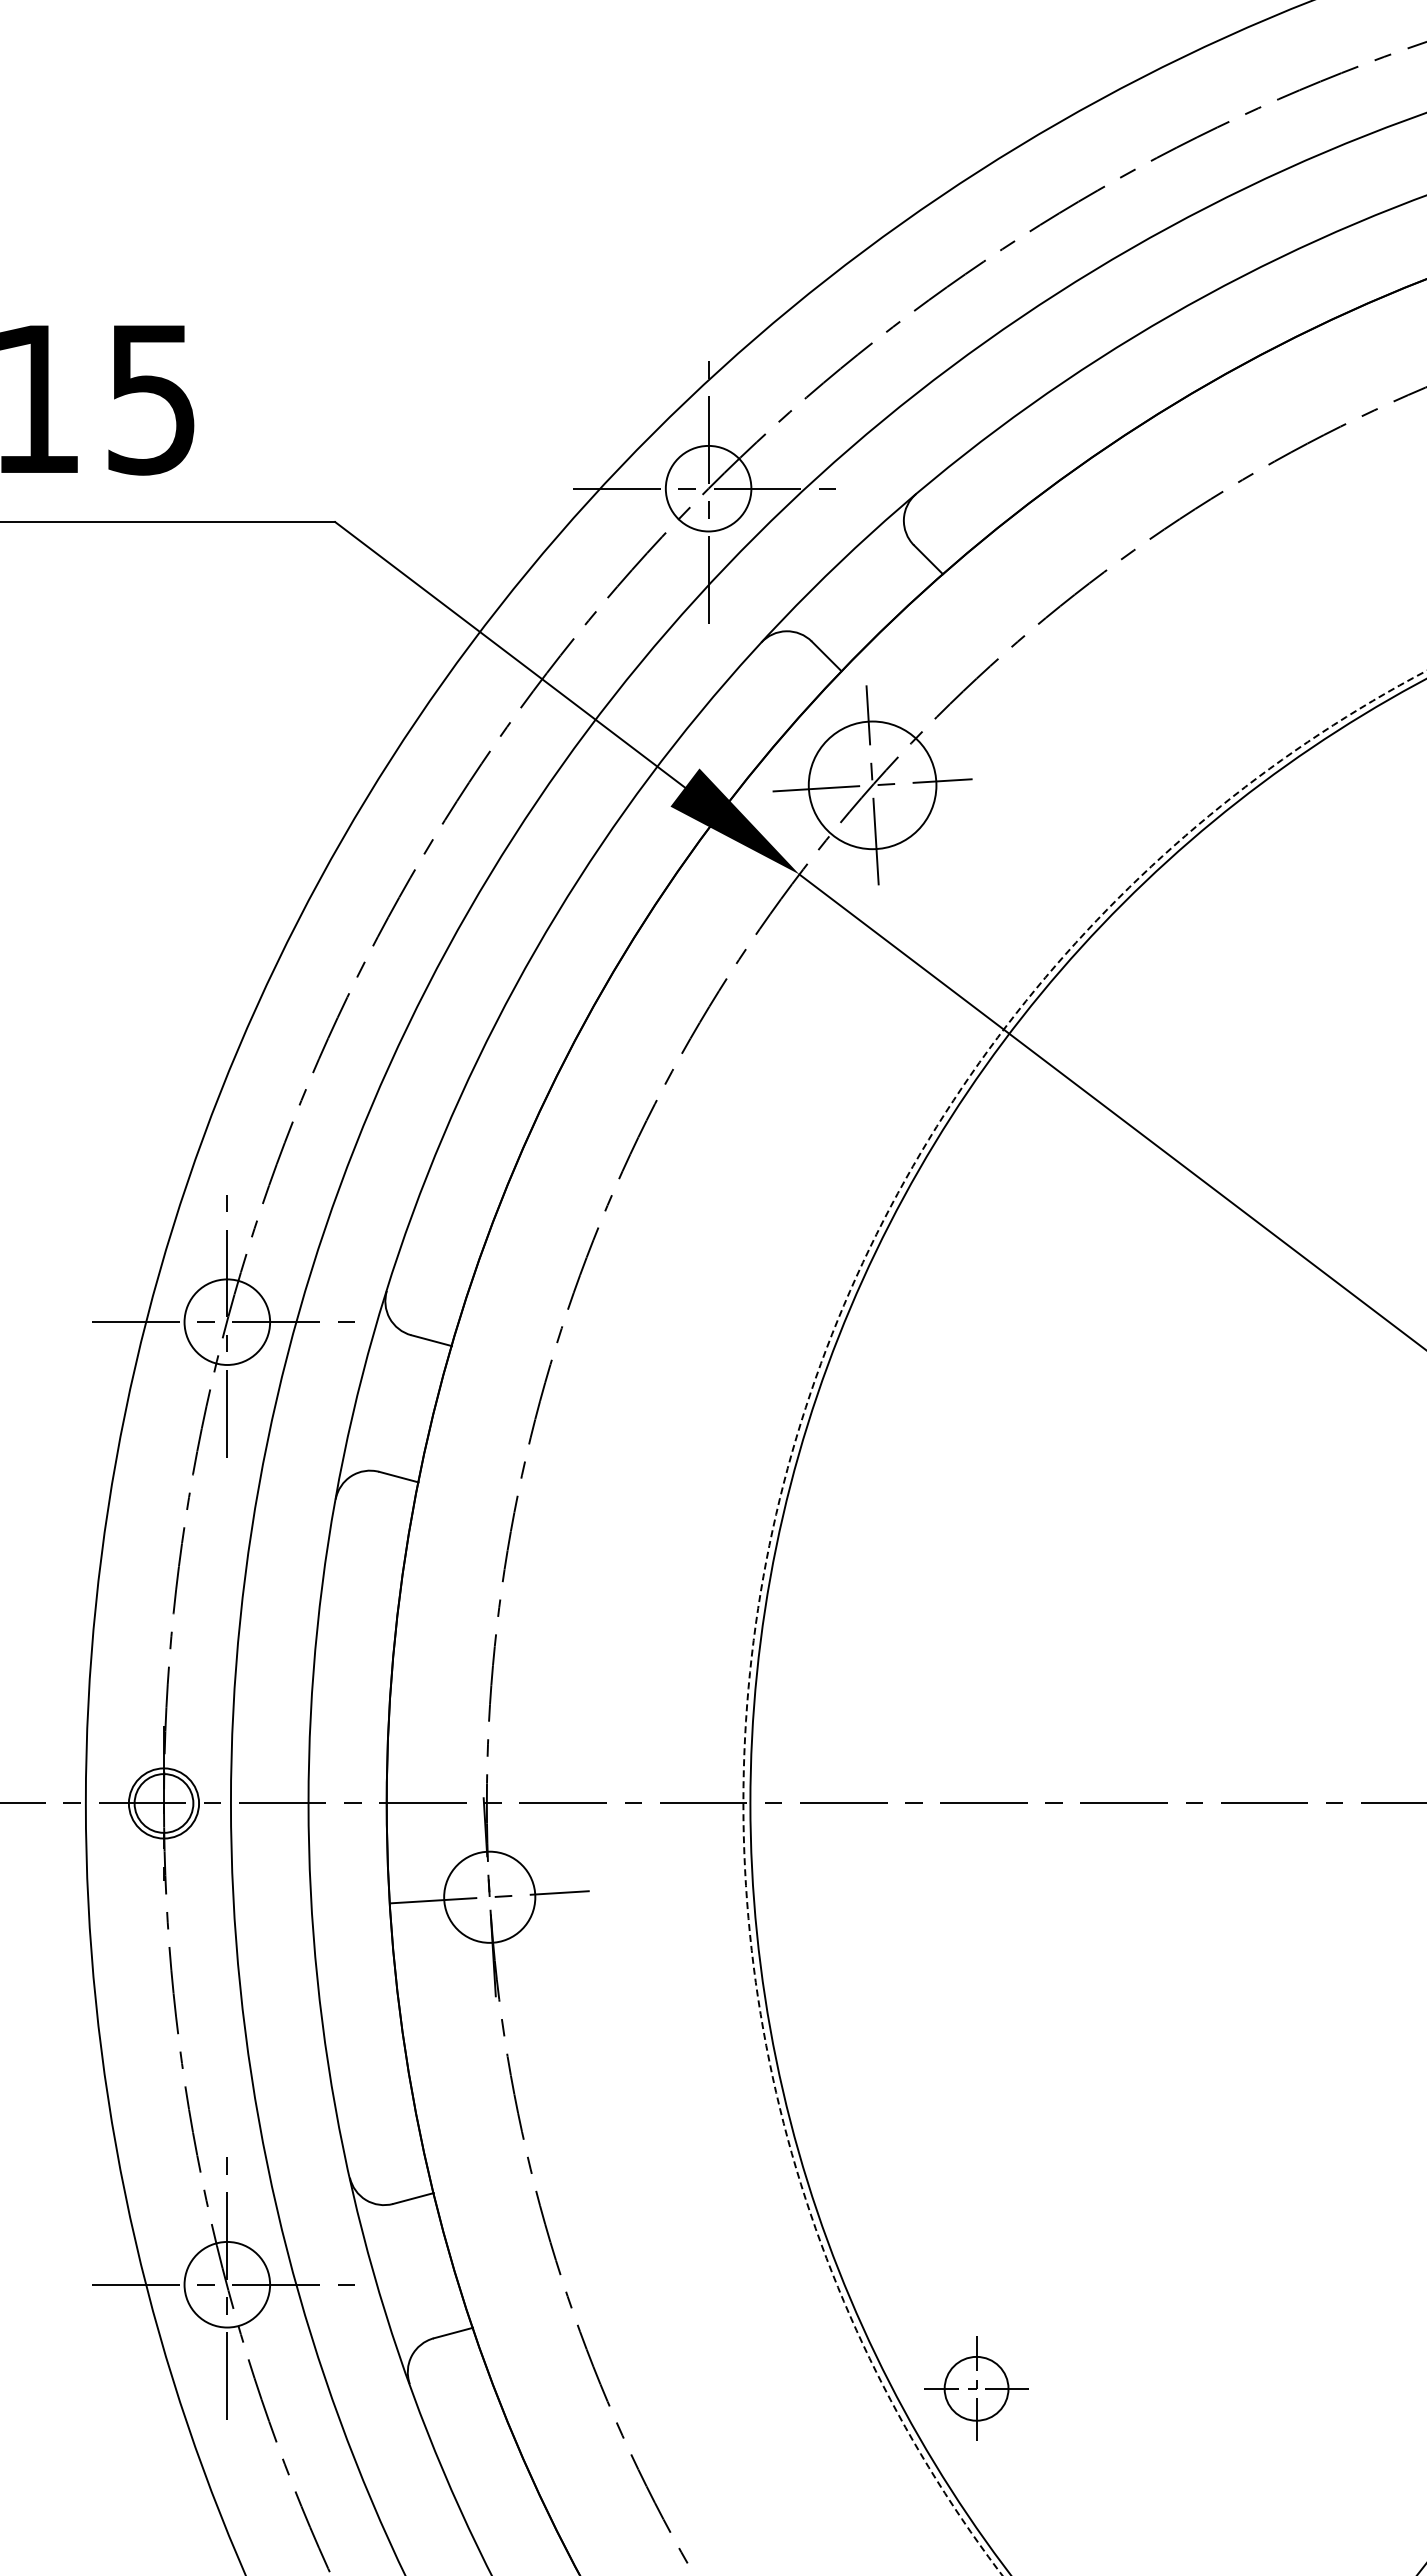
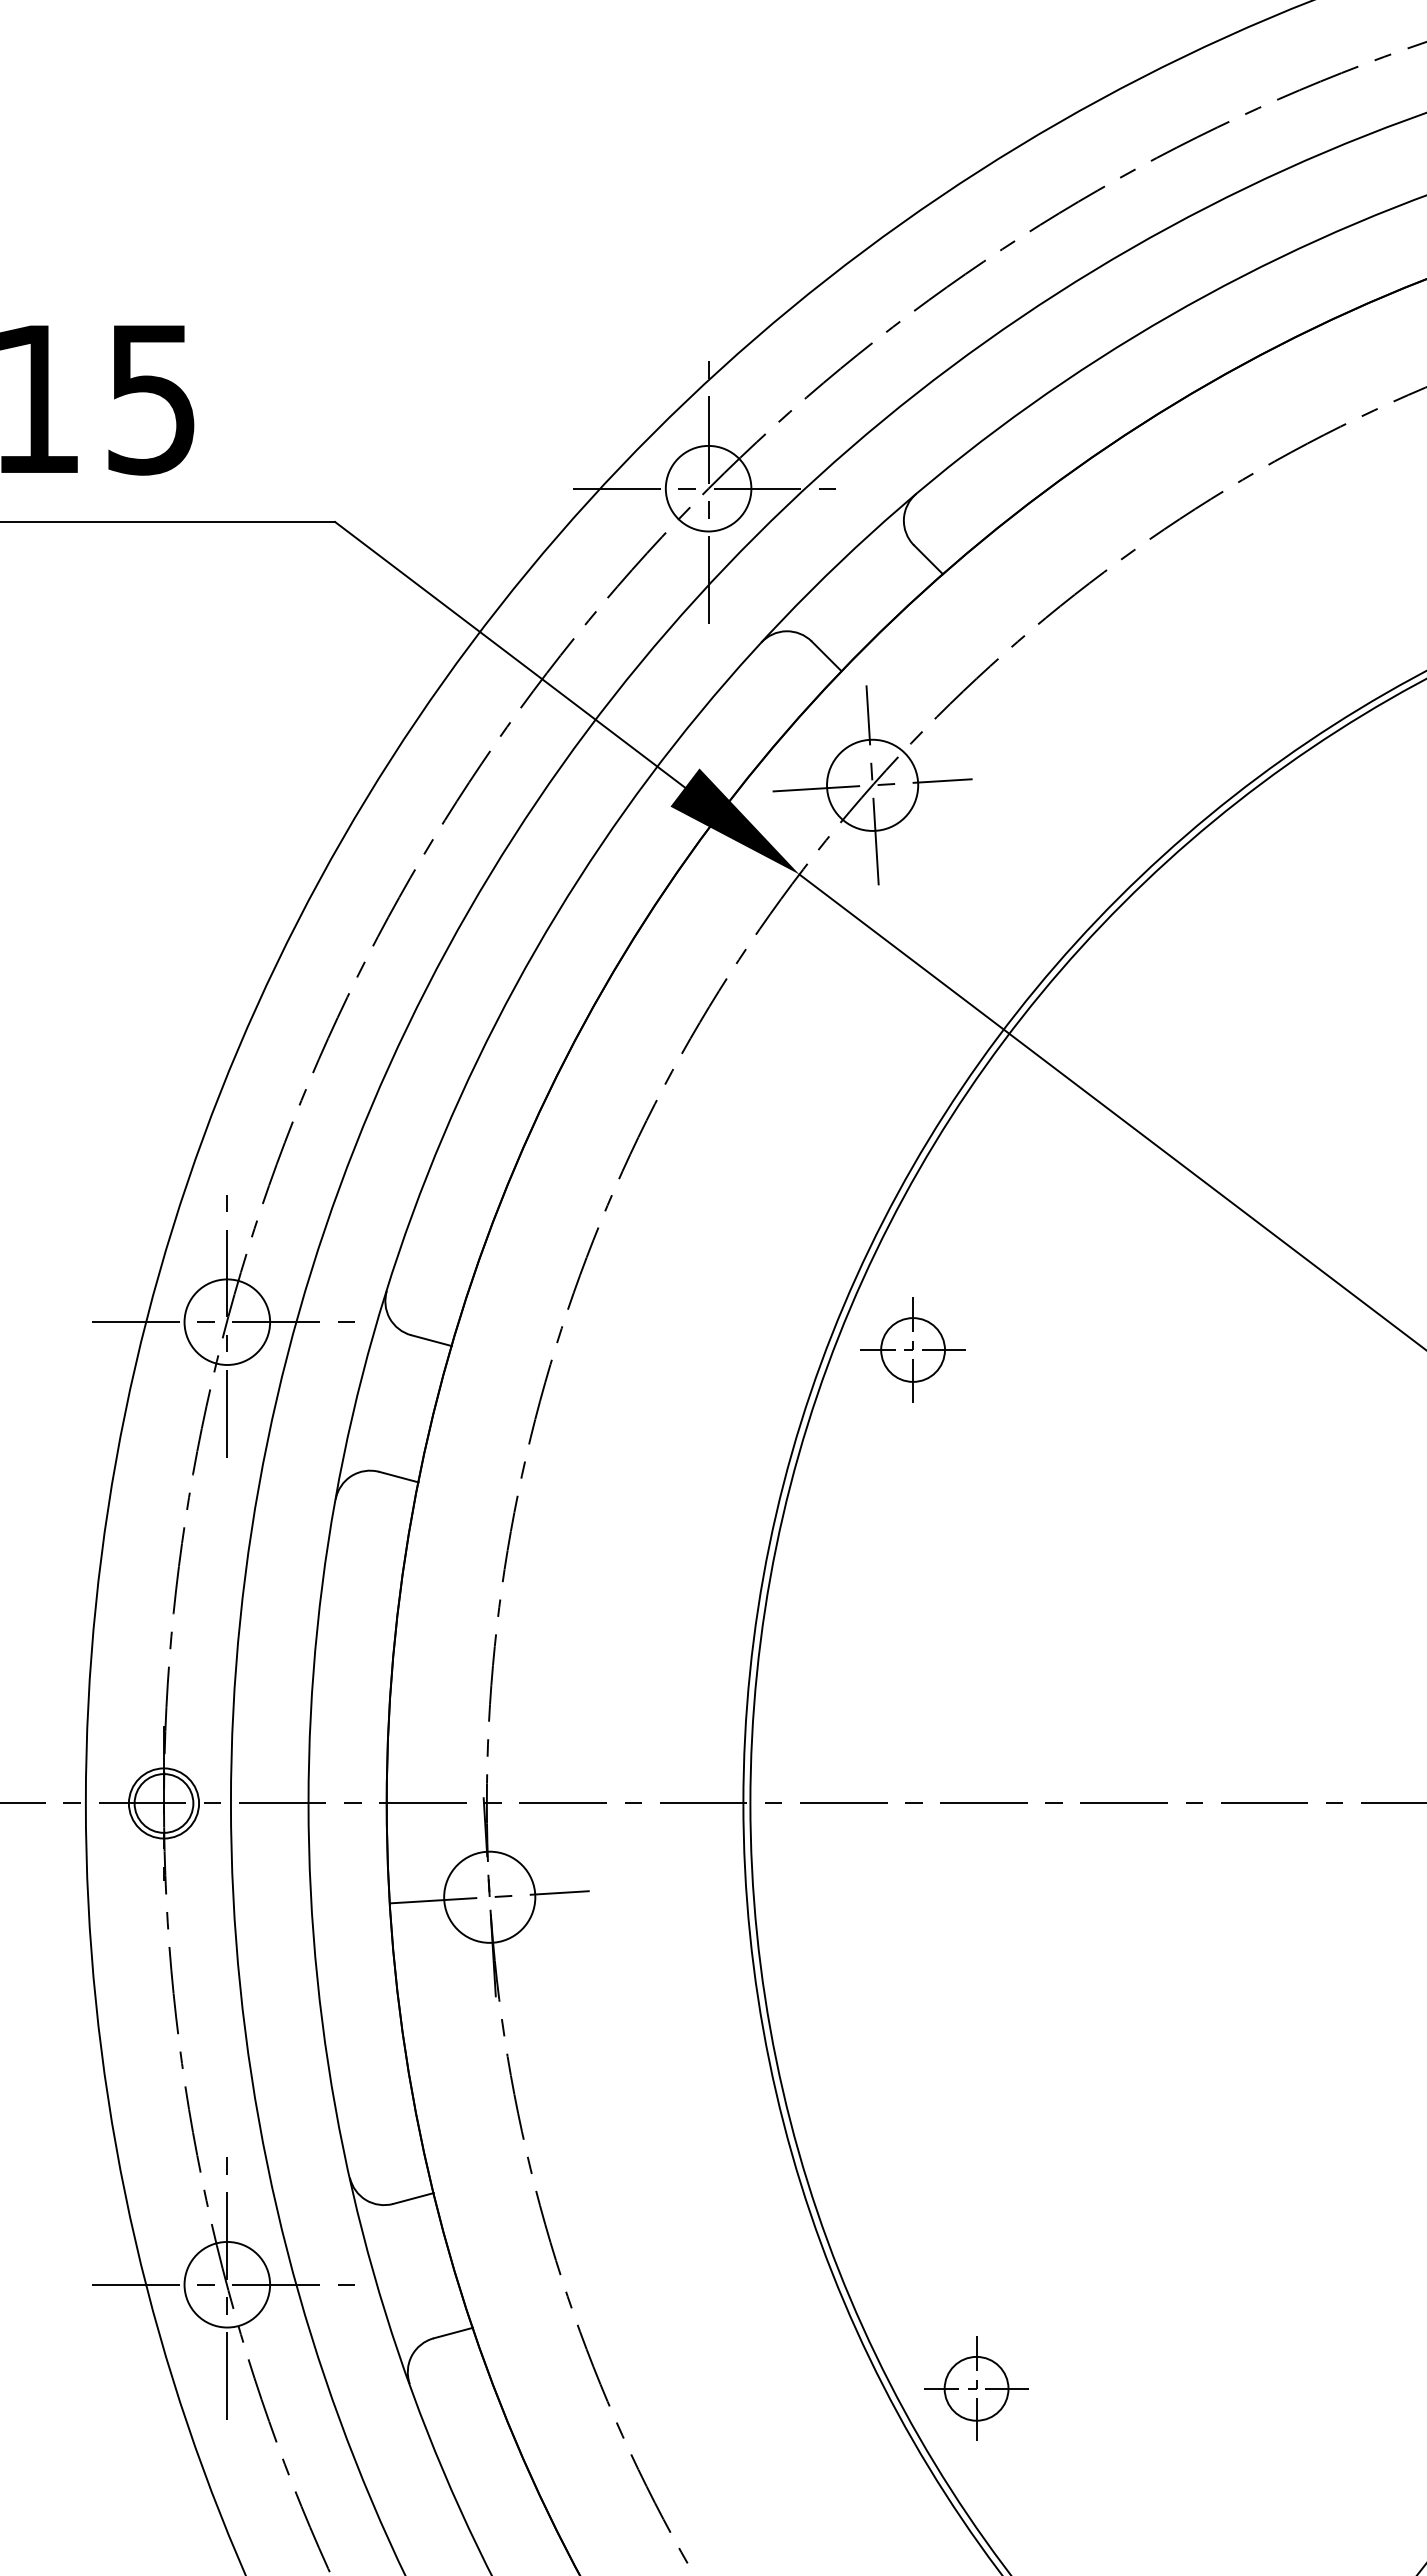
circle at (872, 785) diameter: 128 px -> 91 px
part at (912, 1349): none -> present
circle at (1084, 1622): dashed -> solid
